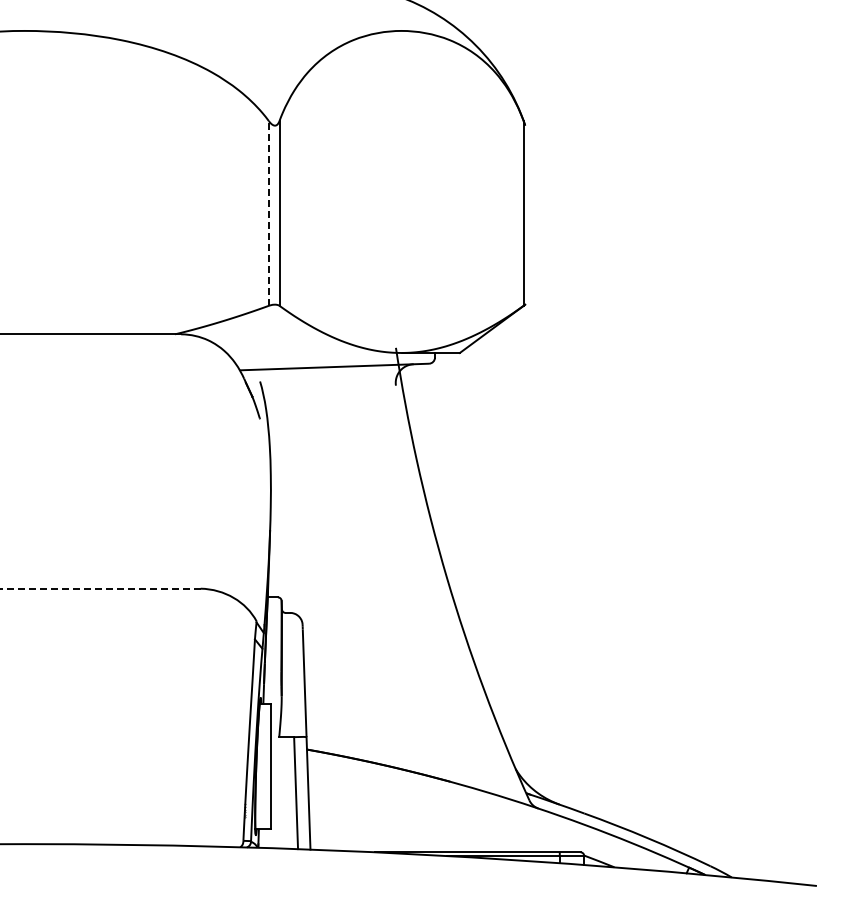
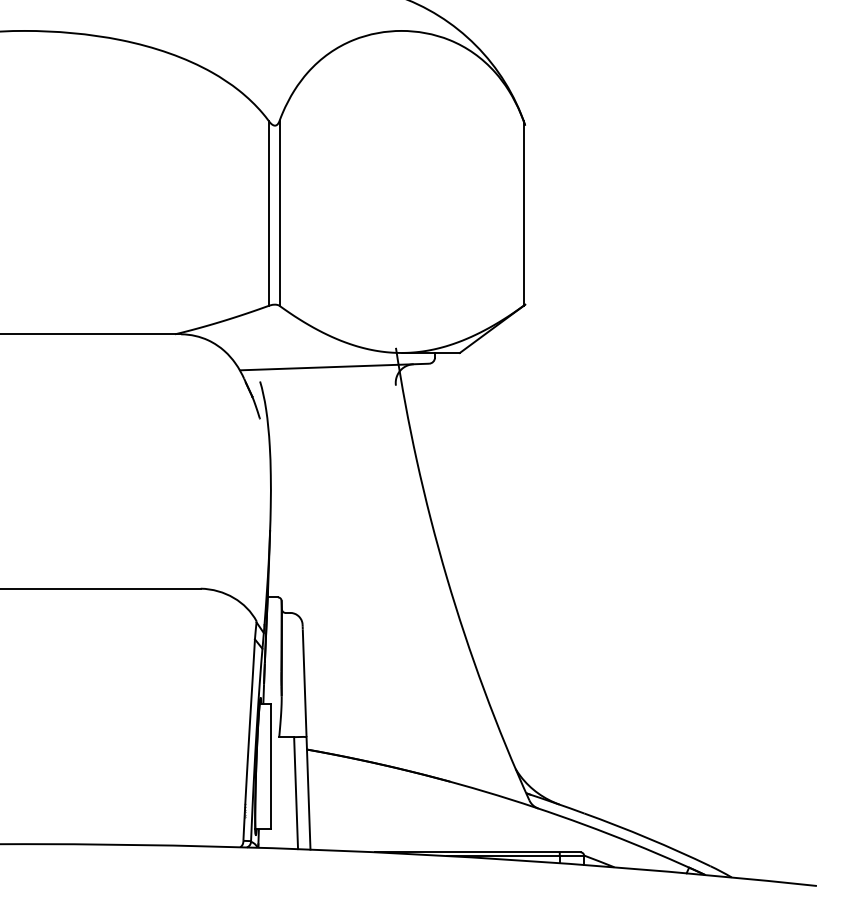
line at (268, 212): dashed -> solid
line at (99, 588): dashed -> solid
